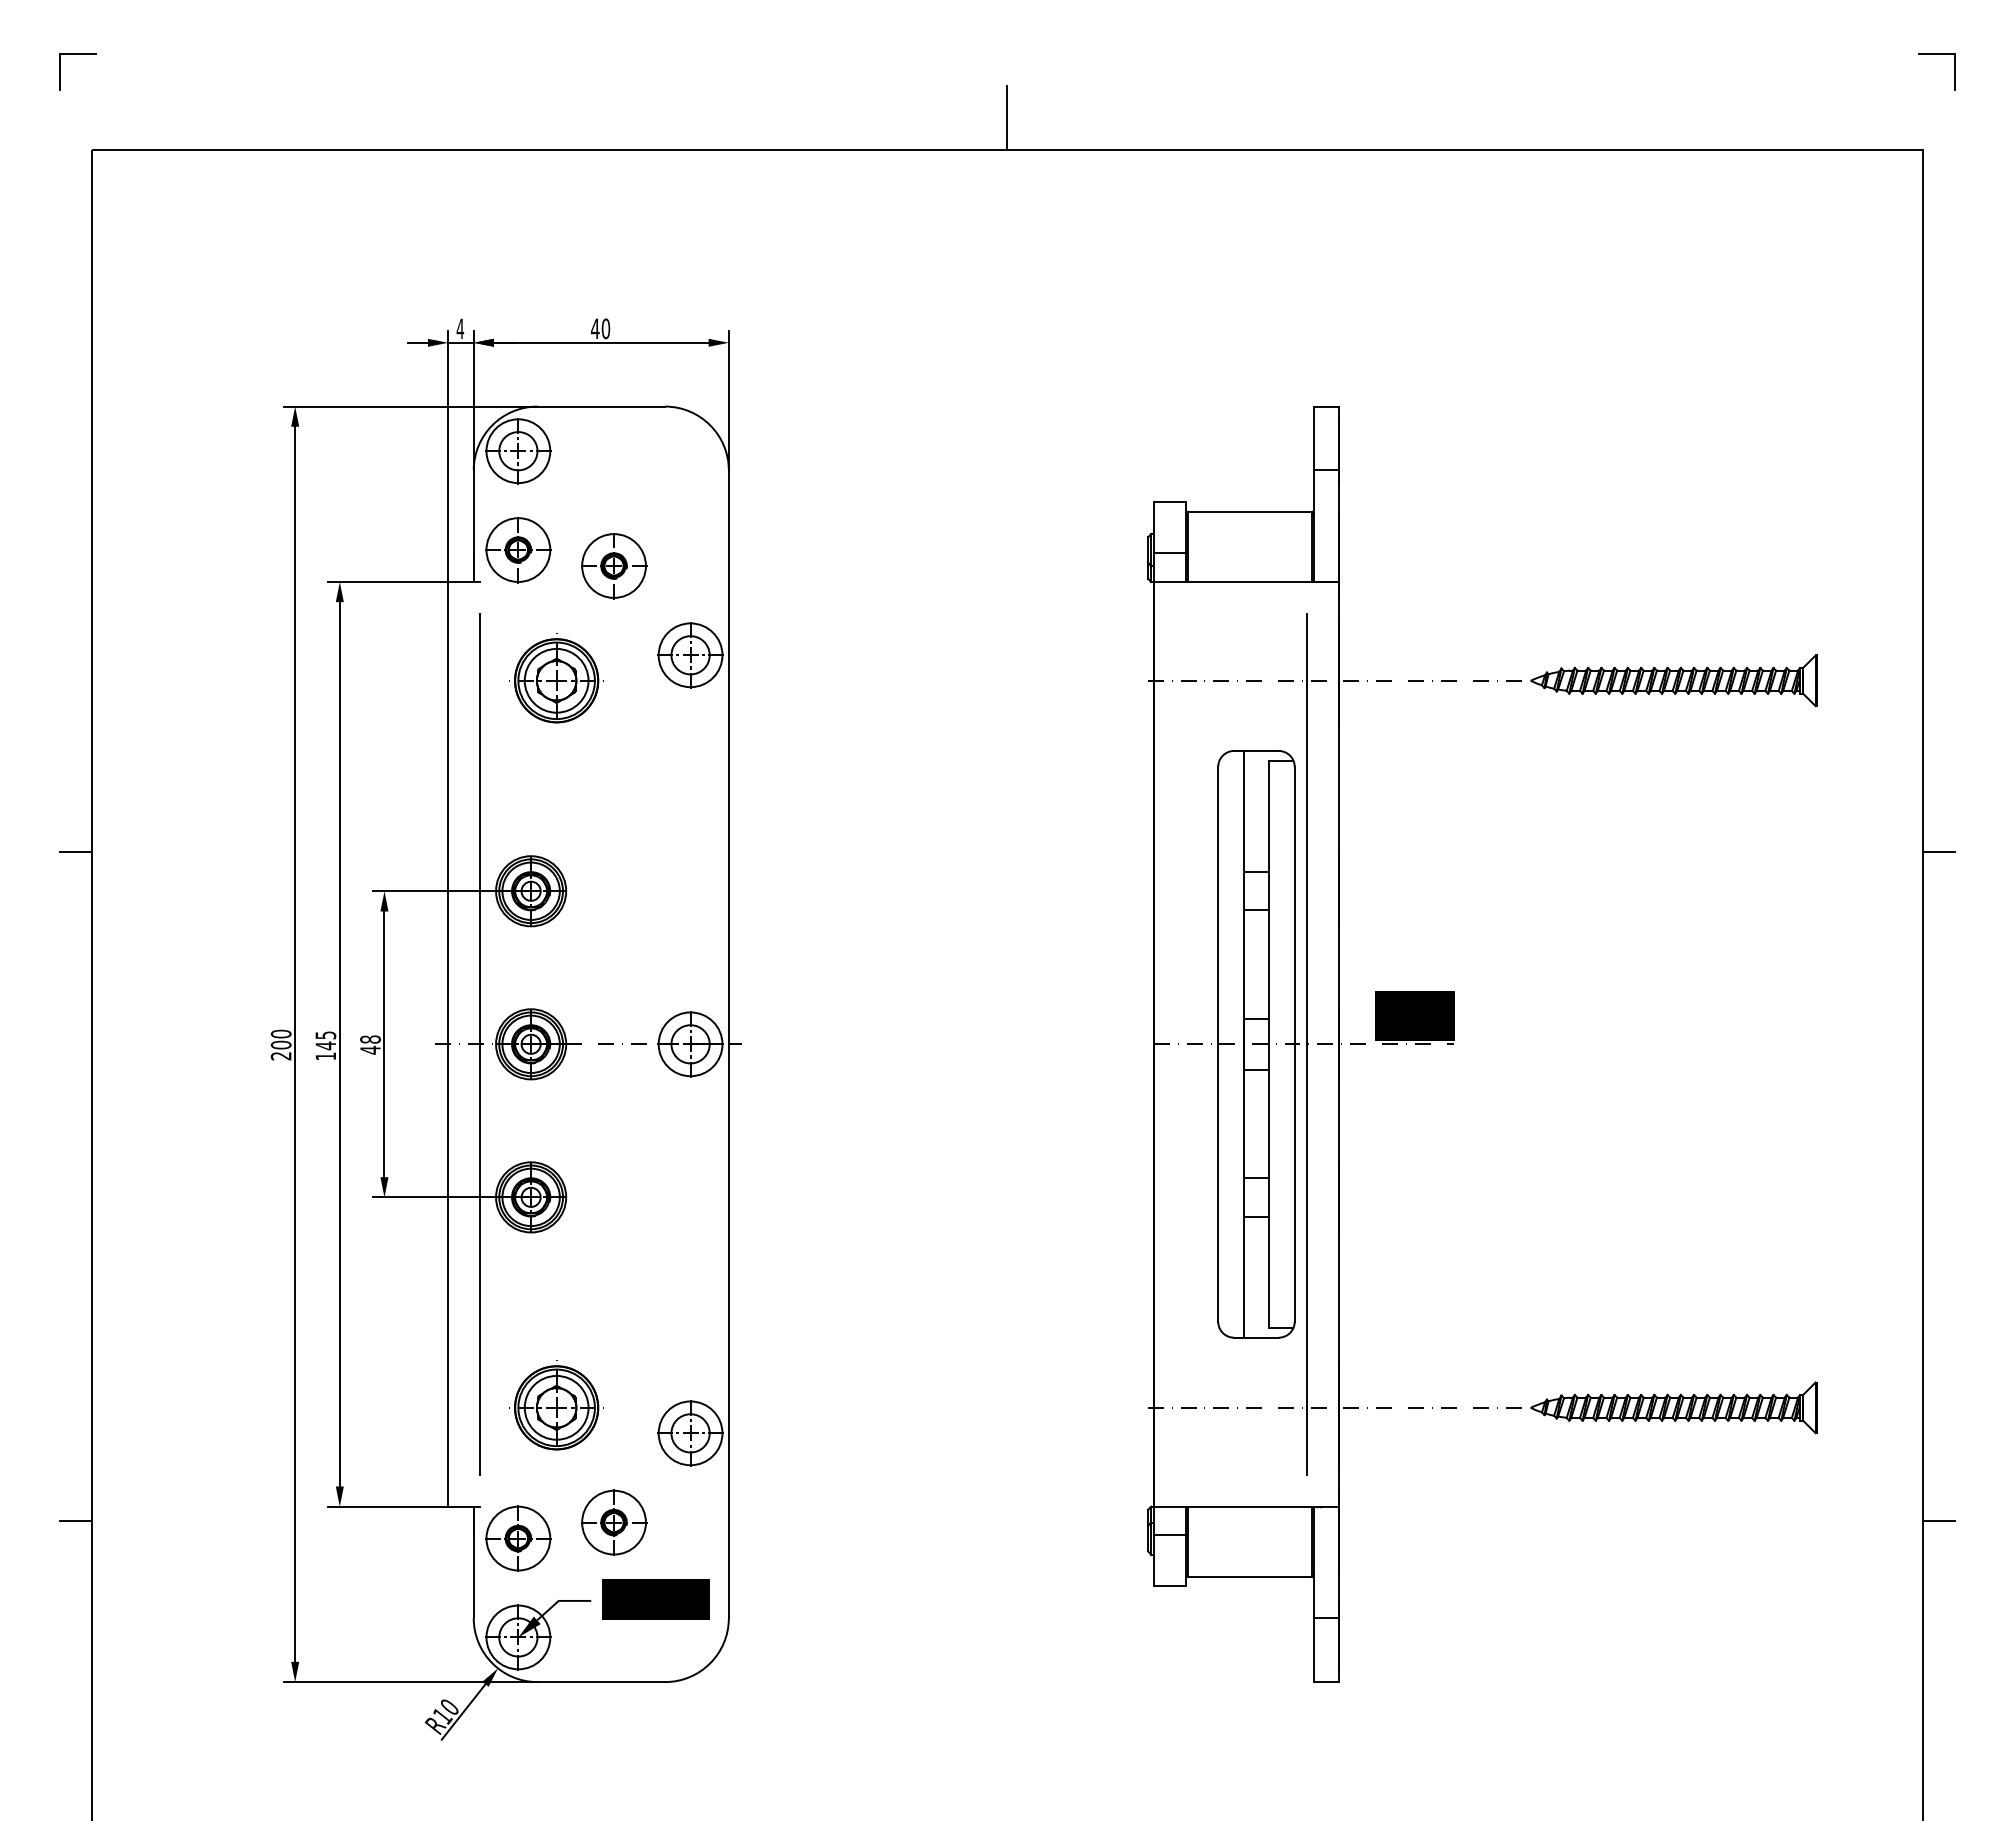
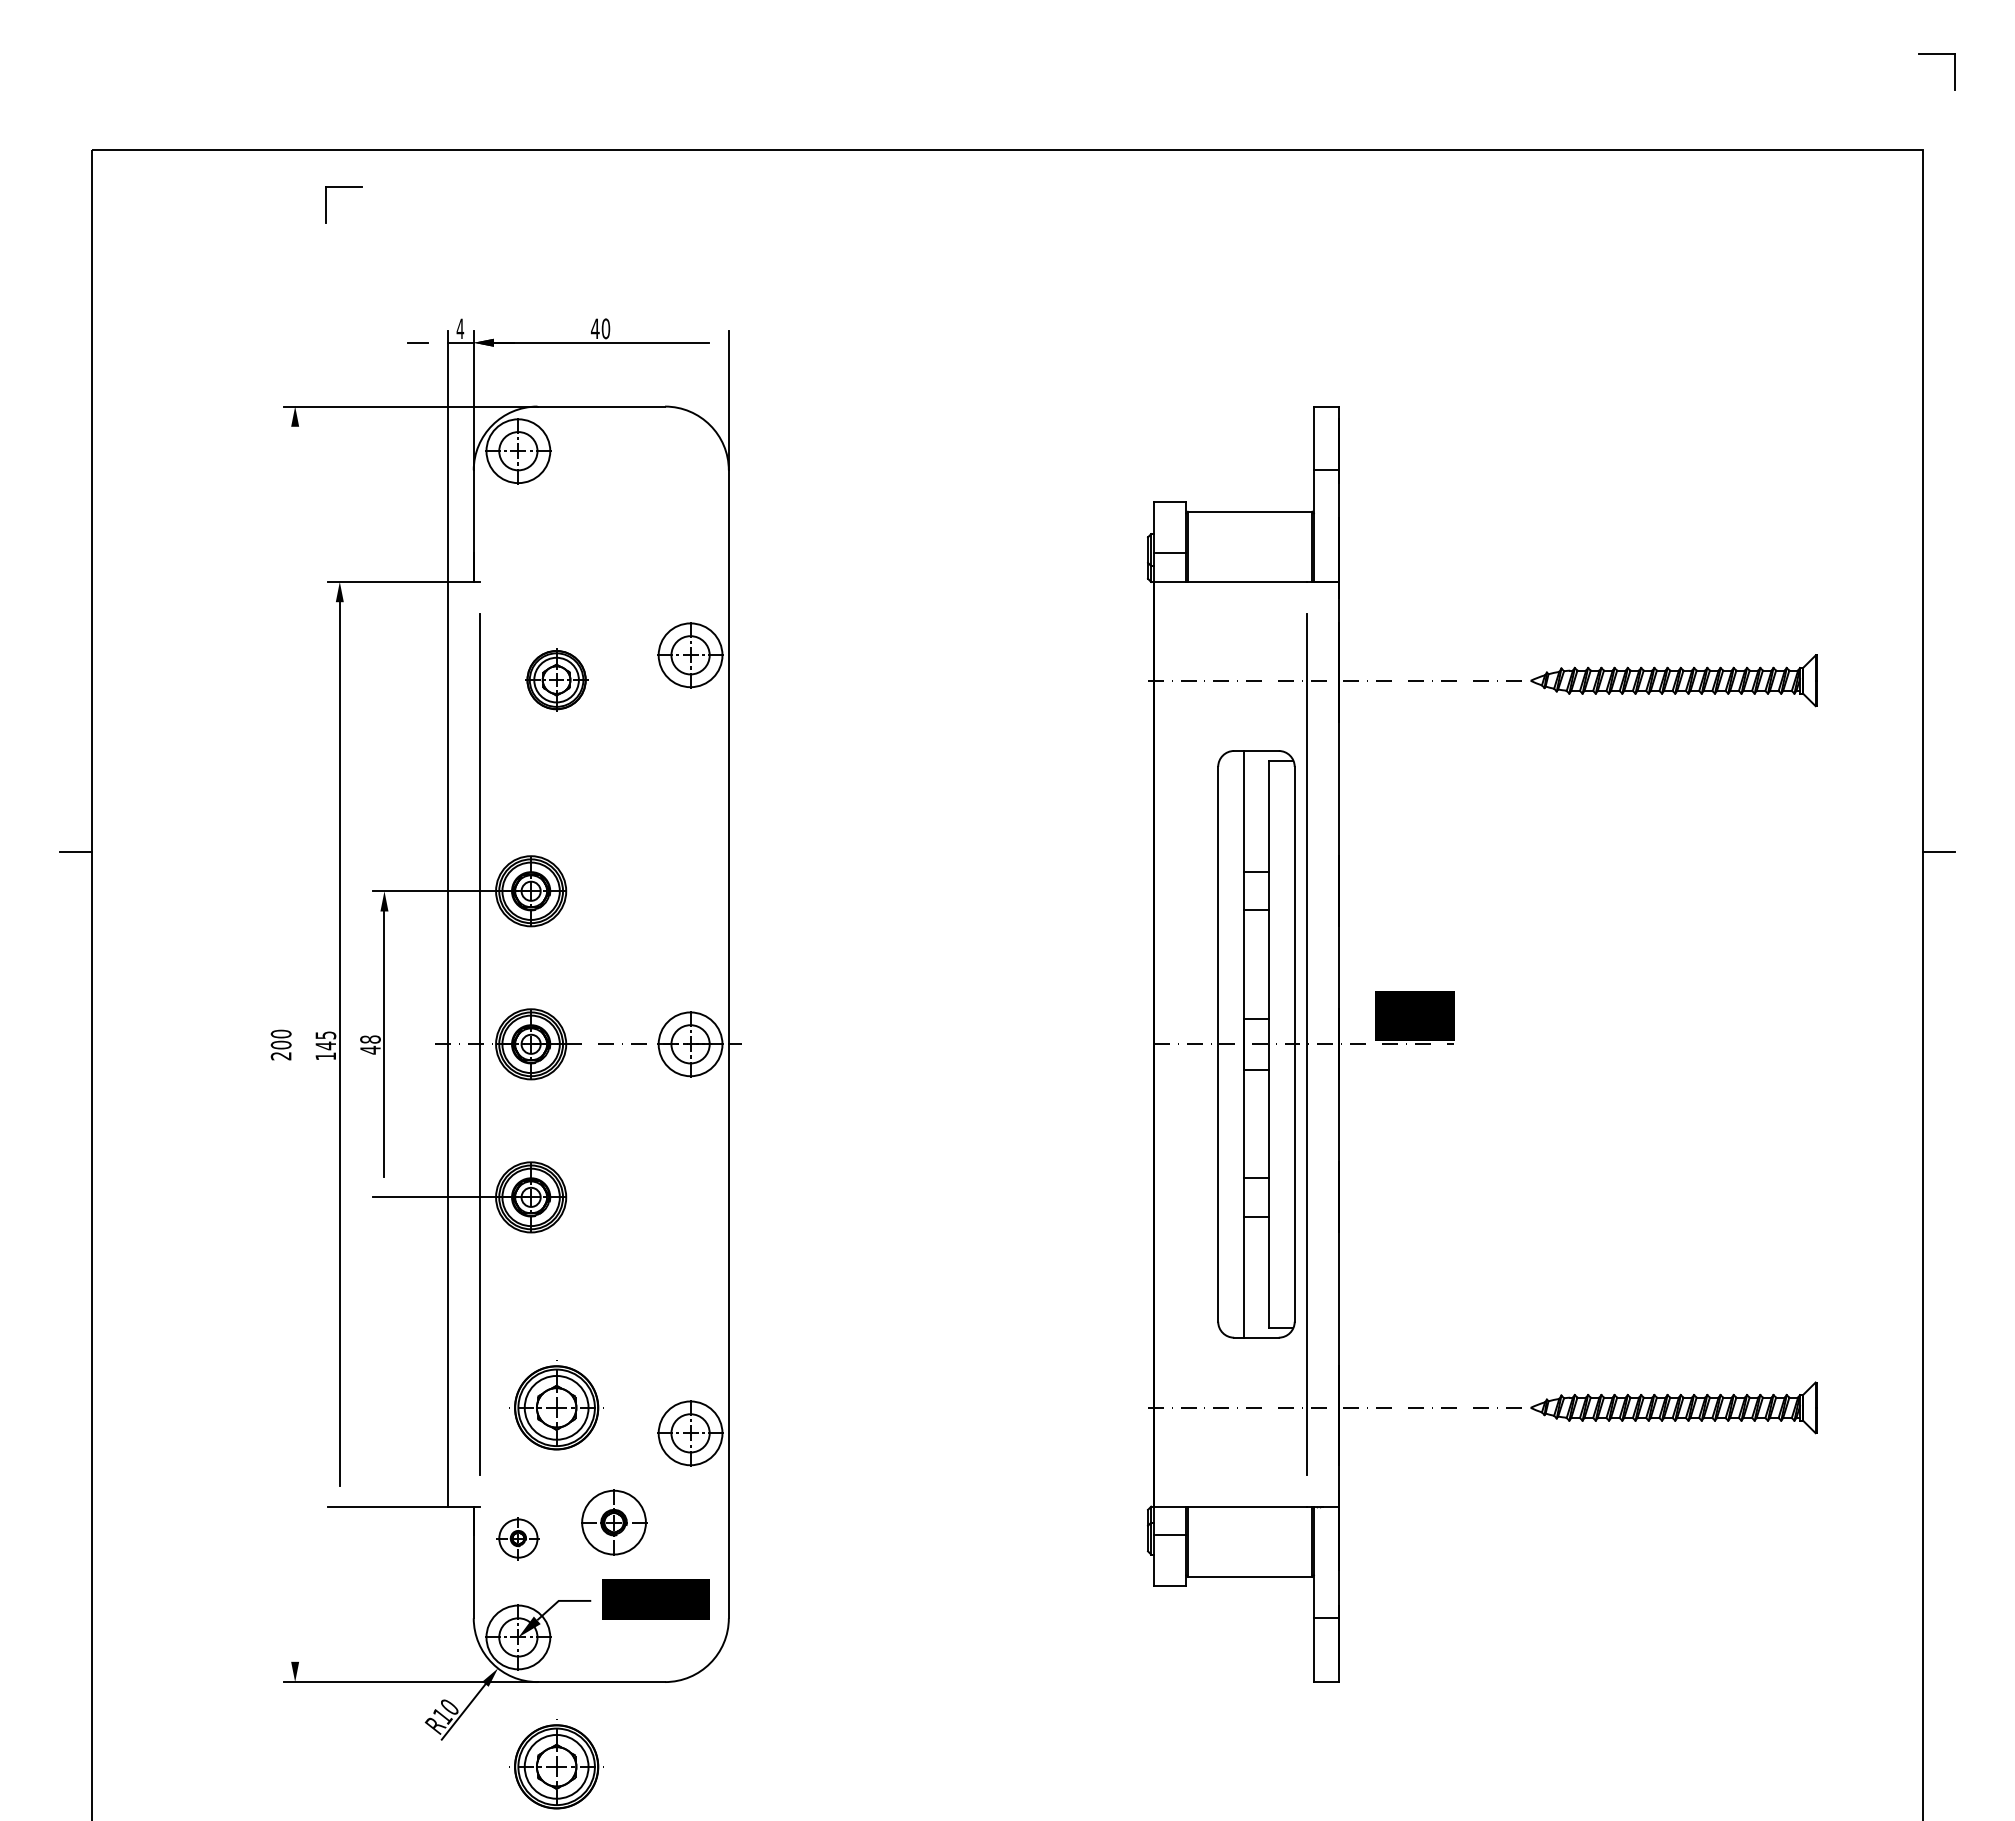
part at (77, 54) position: (77, 54) -> (343, 187)
line at (1007, 118): present -> none
fill at (438, 342): present -> none
fill at (718, 342): present -> none
part at (518, 550): present -> none
part at (614, 566): present -> none
part at (556, 678) size: 95x91 px -> 64x64 px
line at (295, 1043): present -> none
fill at (384, 1187): present -> none
fill at (339, 1496): present -> none
line at (76, 1521): present -> none
line at (1938, 1521): present -> none
part at (518, 1538) size: 67x67 px -> 44x44 px
part at (556, 1764): none -> present
